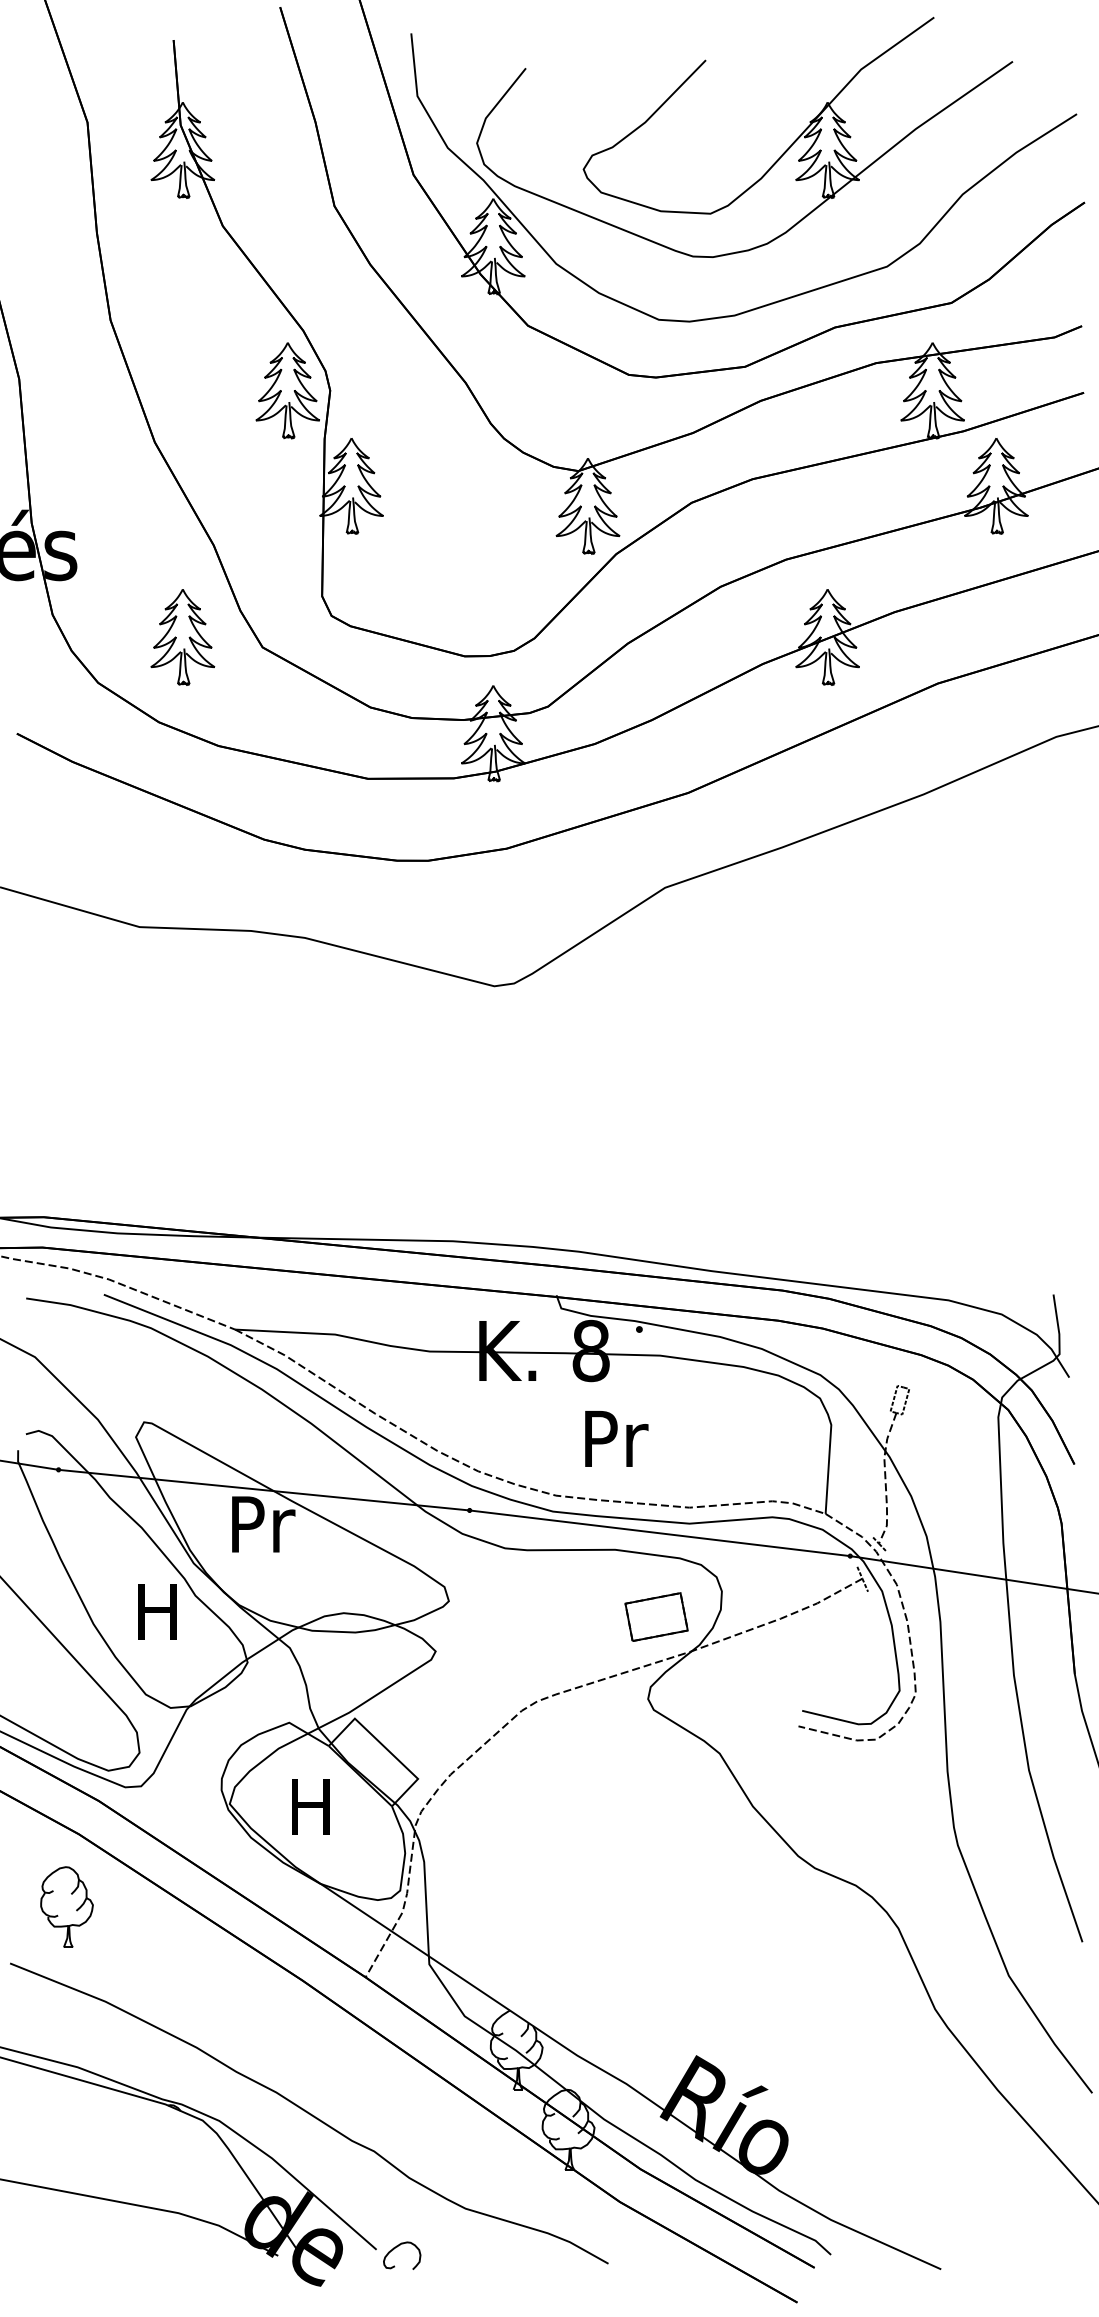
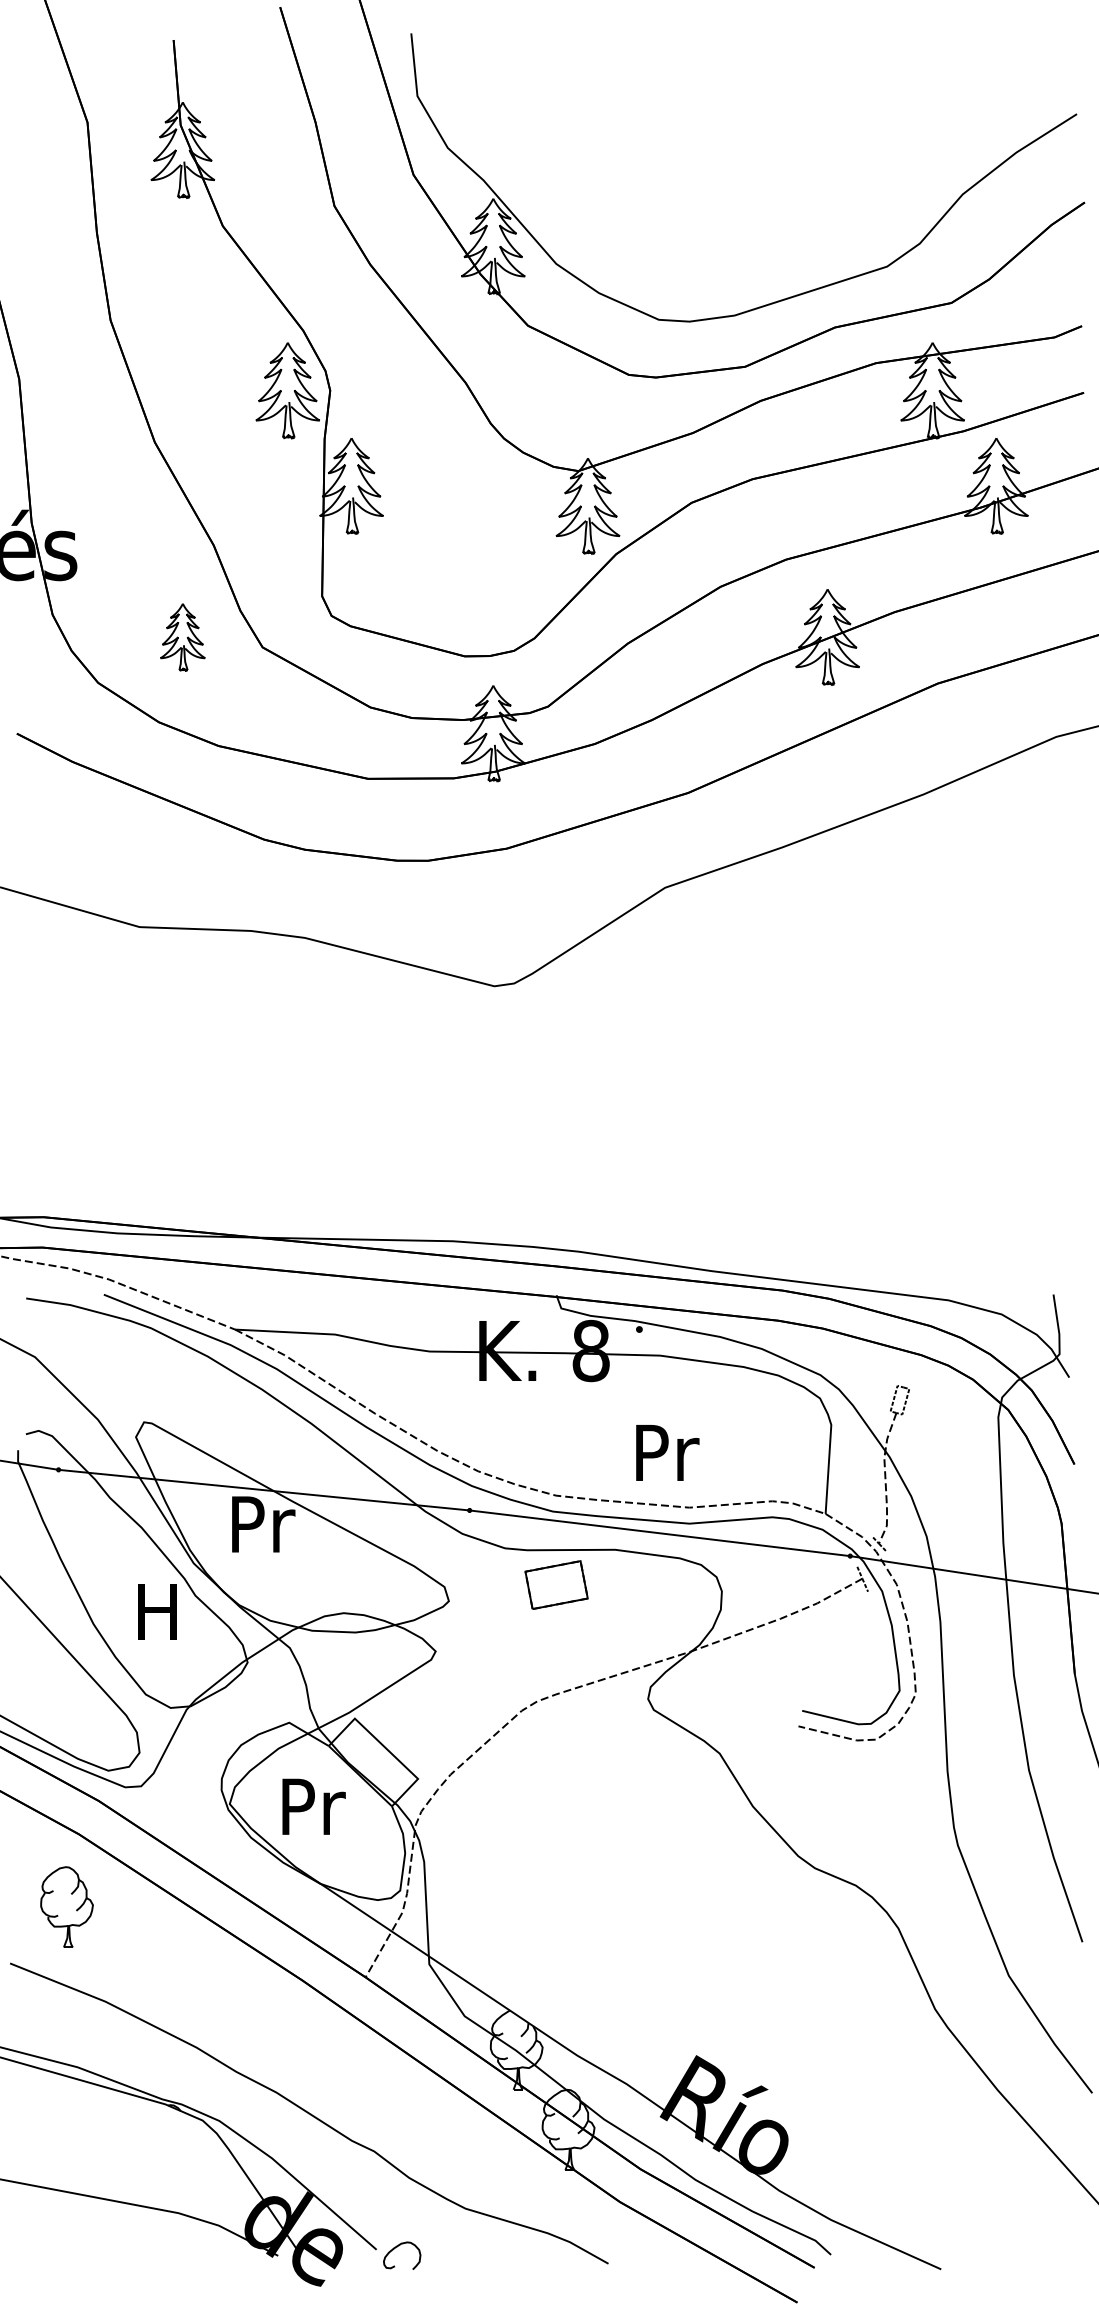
part at (772, 164): present -> none
part at (182, 637) size: 66x97 px -> 46x69 px
text at (616, 1438) position: (616, 1438) -> (667, 1452)
part at (656, 1616) position: (656, 1616) -> (556, 1584)
text at (313, 1806): H -> Pr
